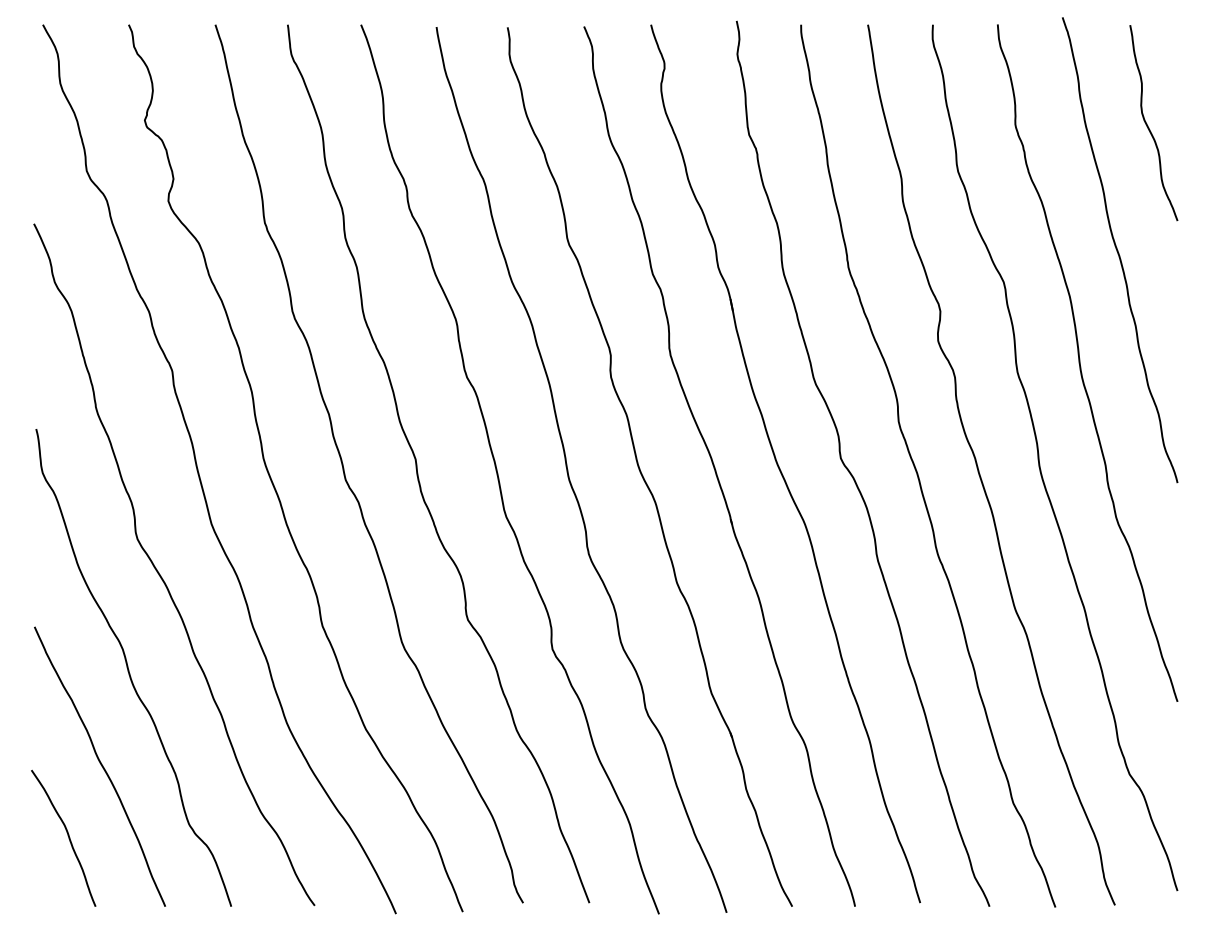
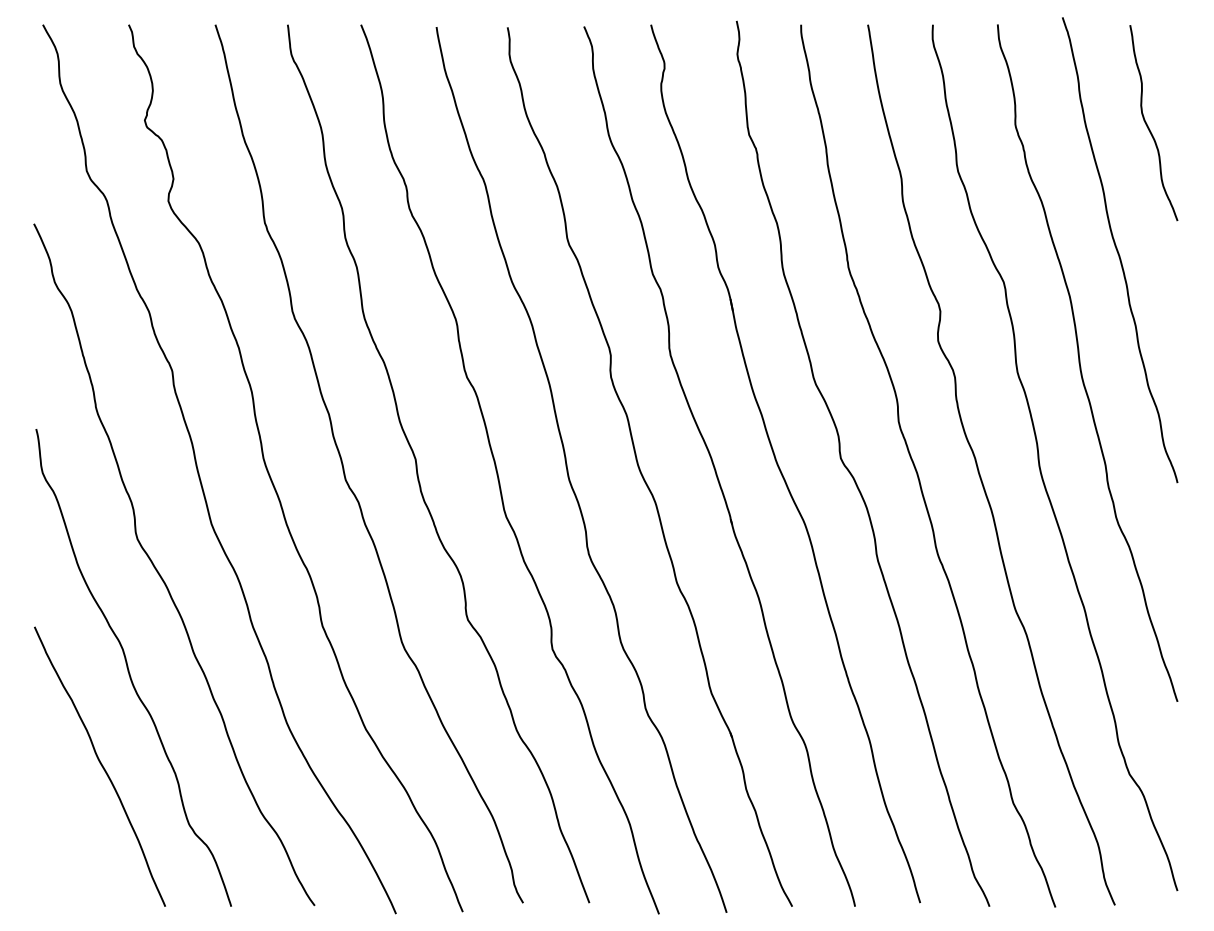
curve at (67, 835): present -> none
